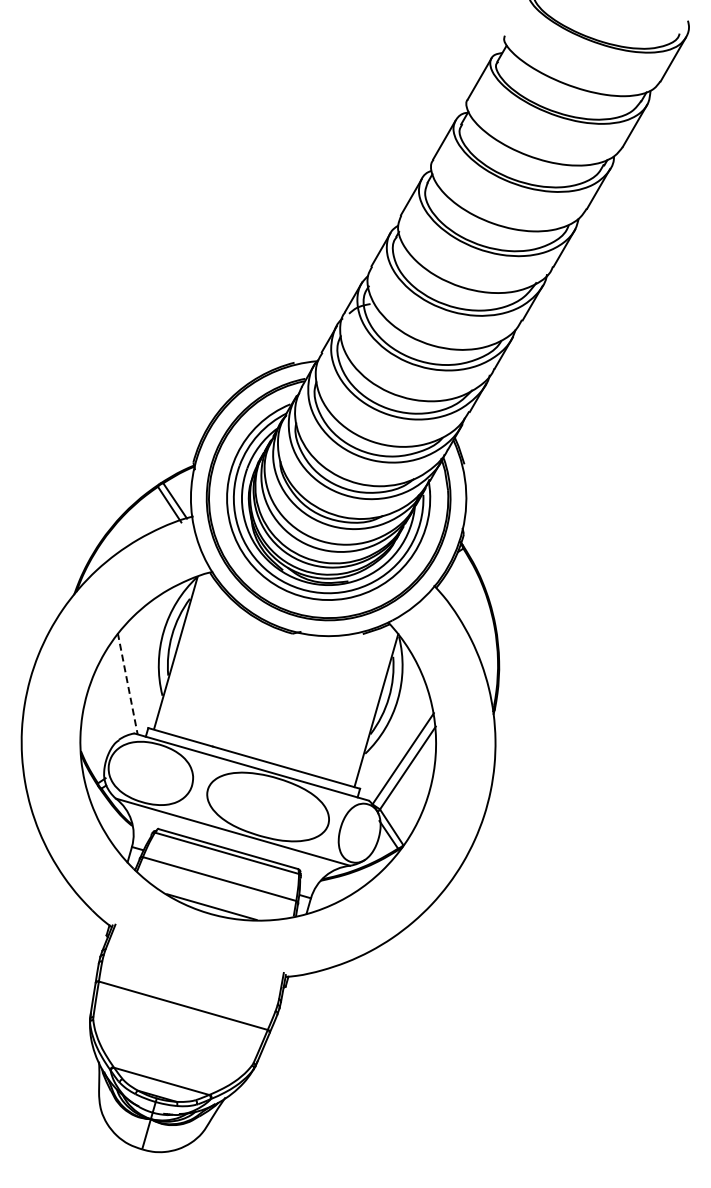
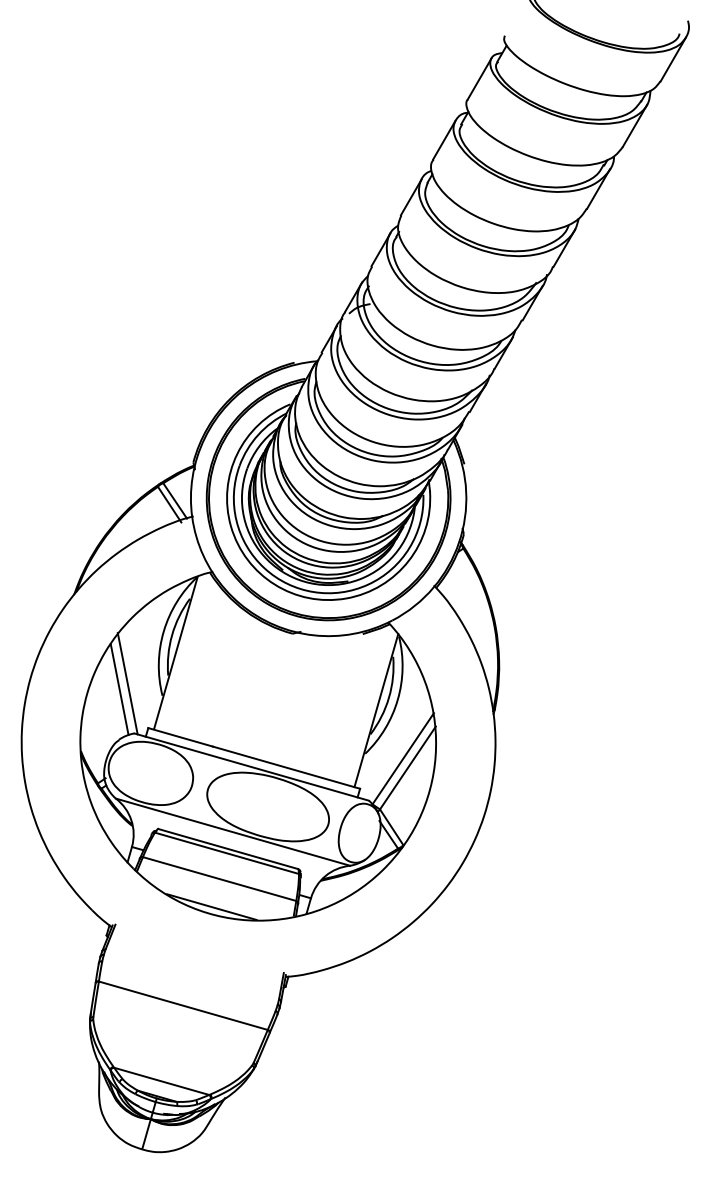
line at (127, 683): dashed -> solid
line at (119, 689): none -> present
